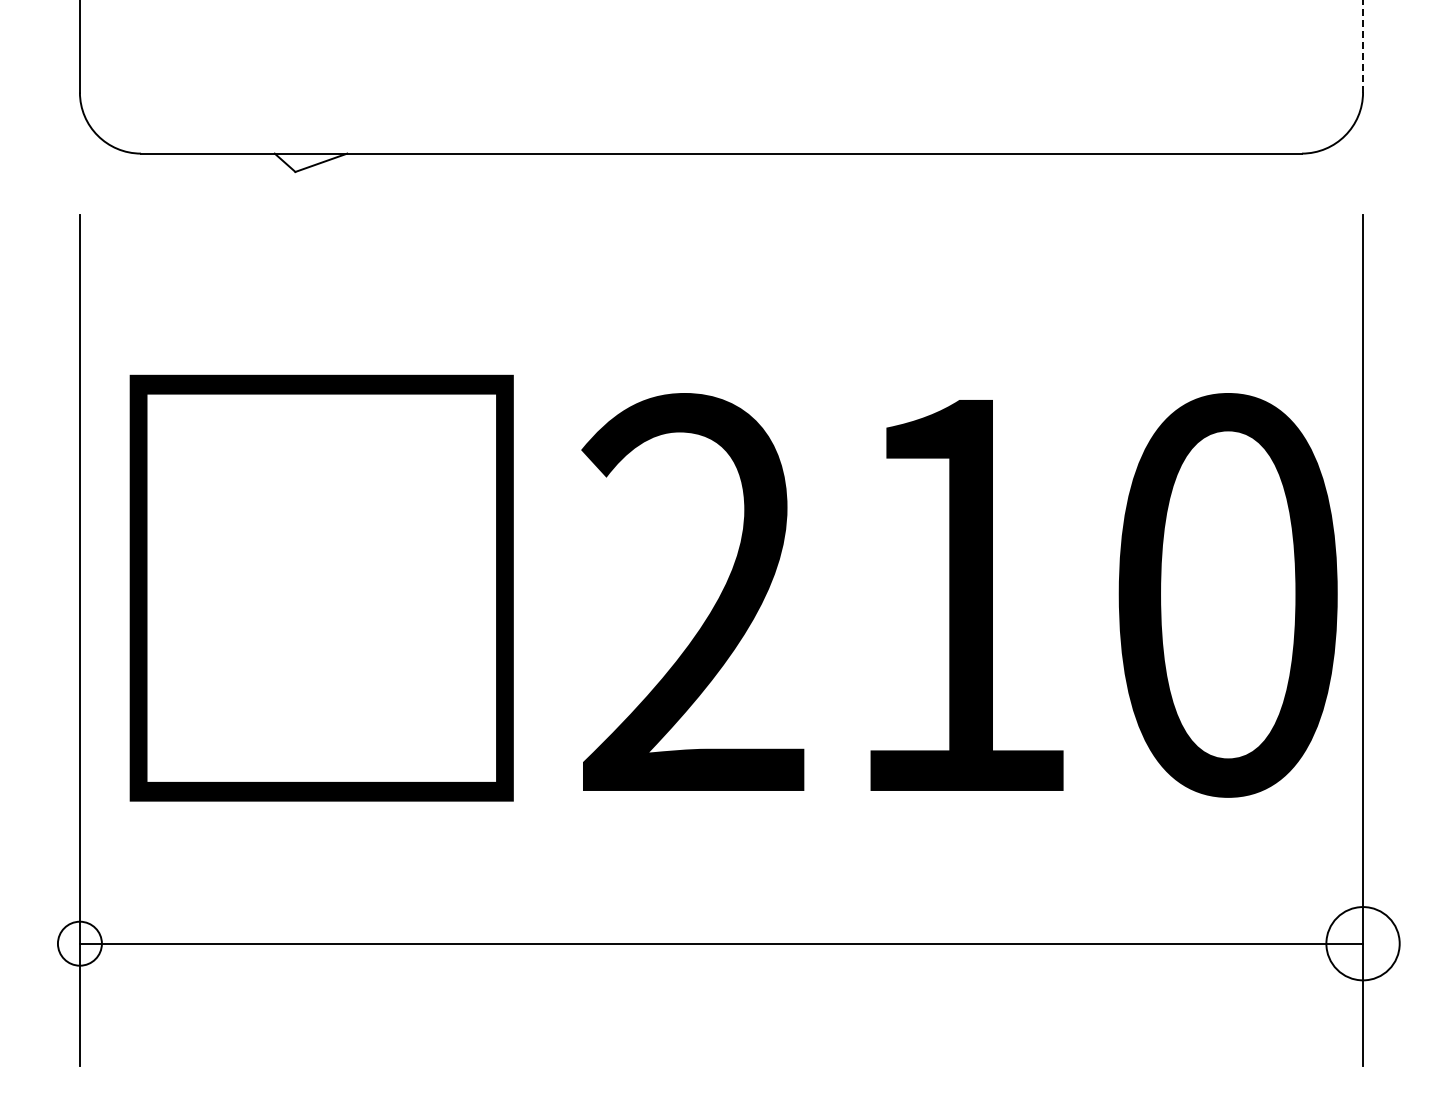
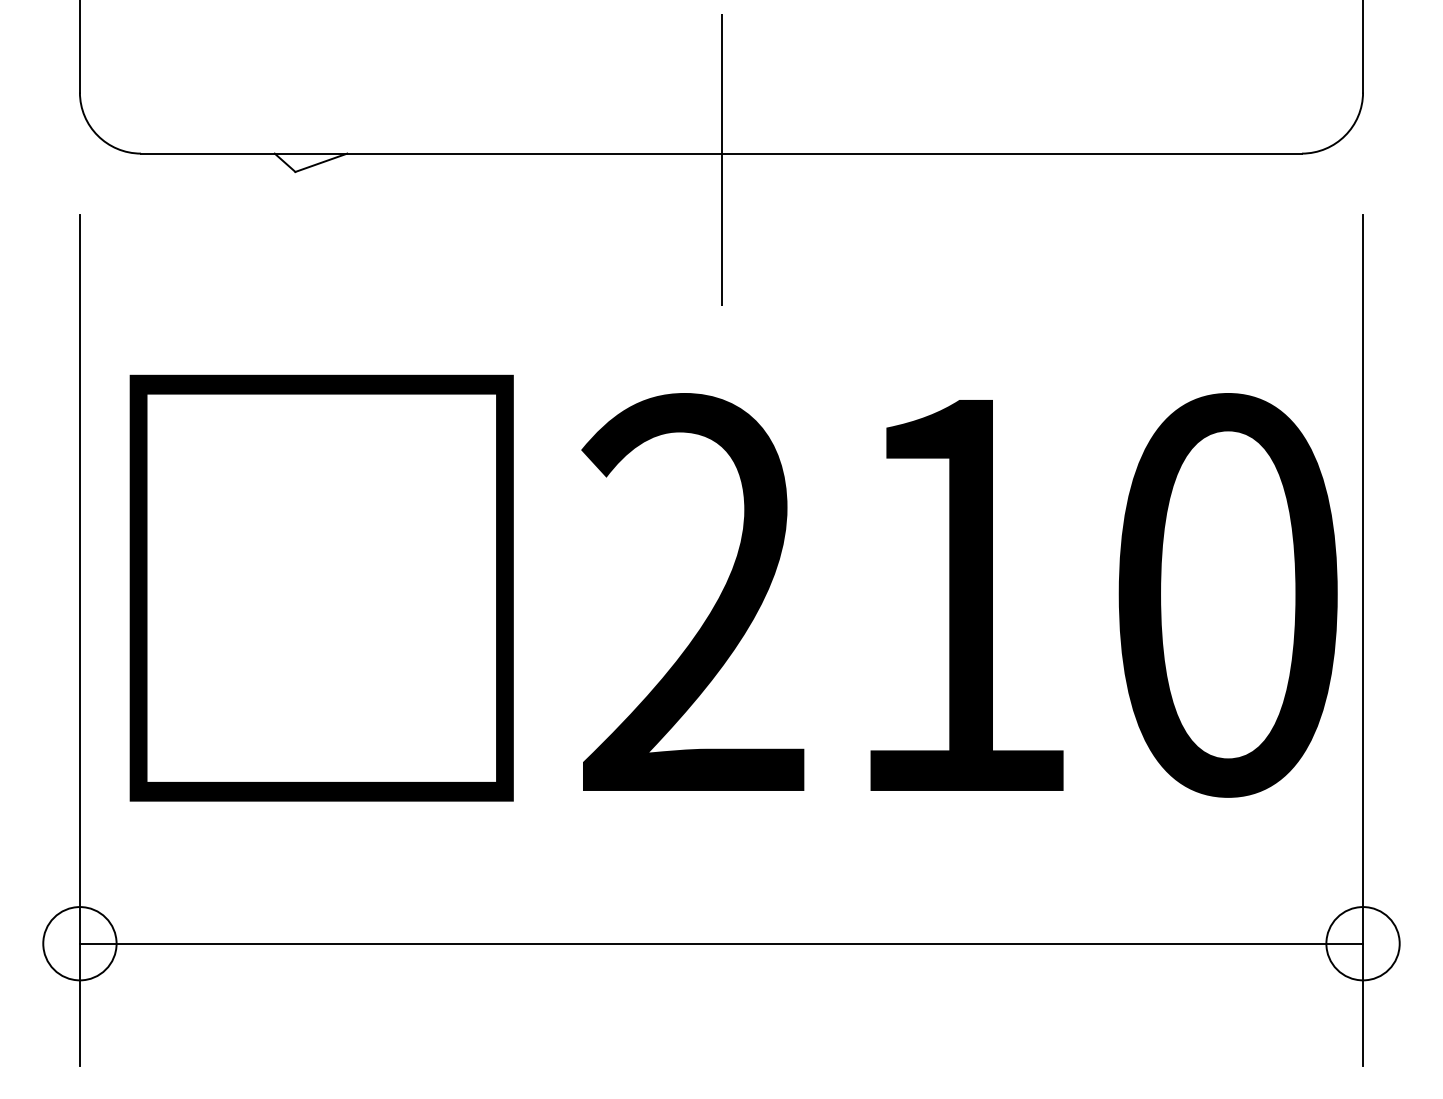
line at (1363, 46): dashed -> solid
line at (721, 153): none -> present
circle at (79, 943) diameter: 44 px -> 73 px
